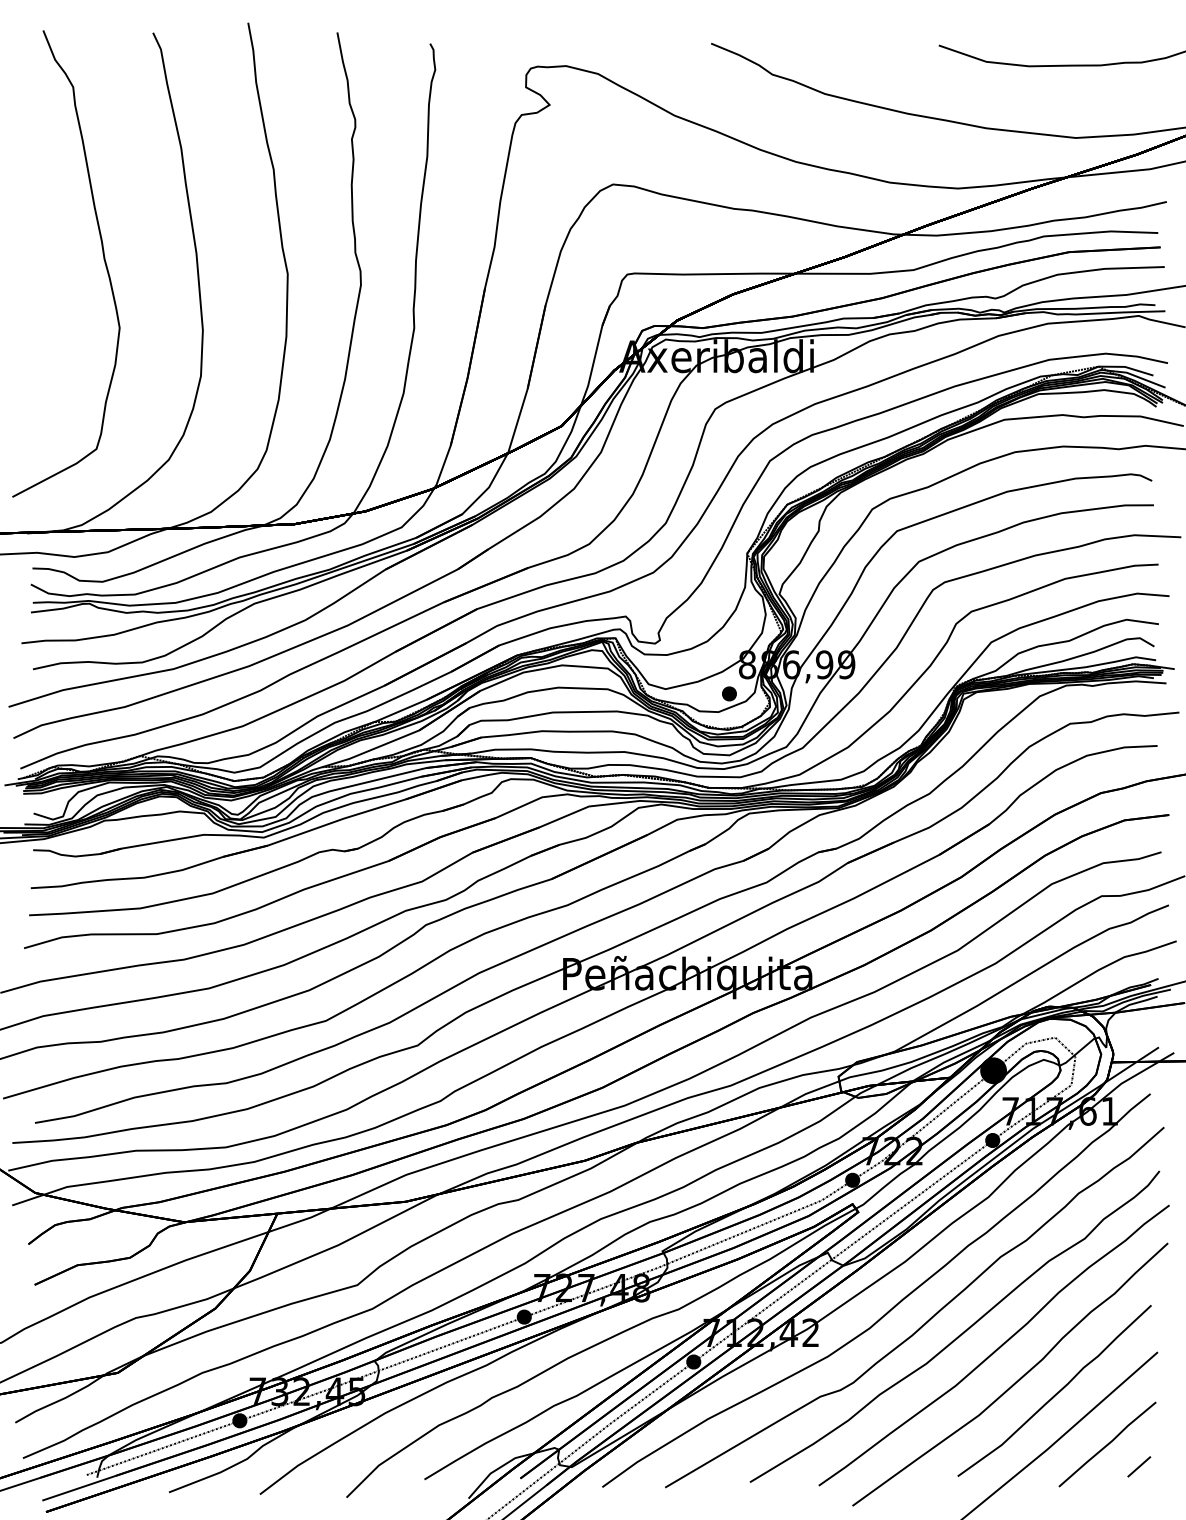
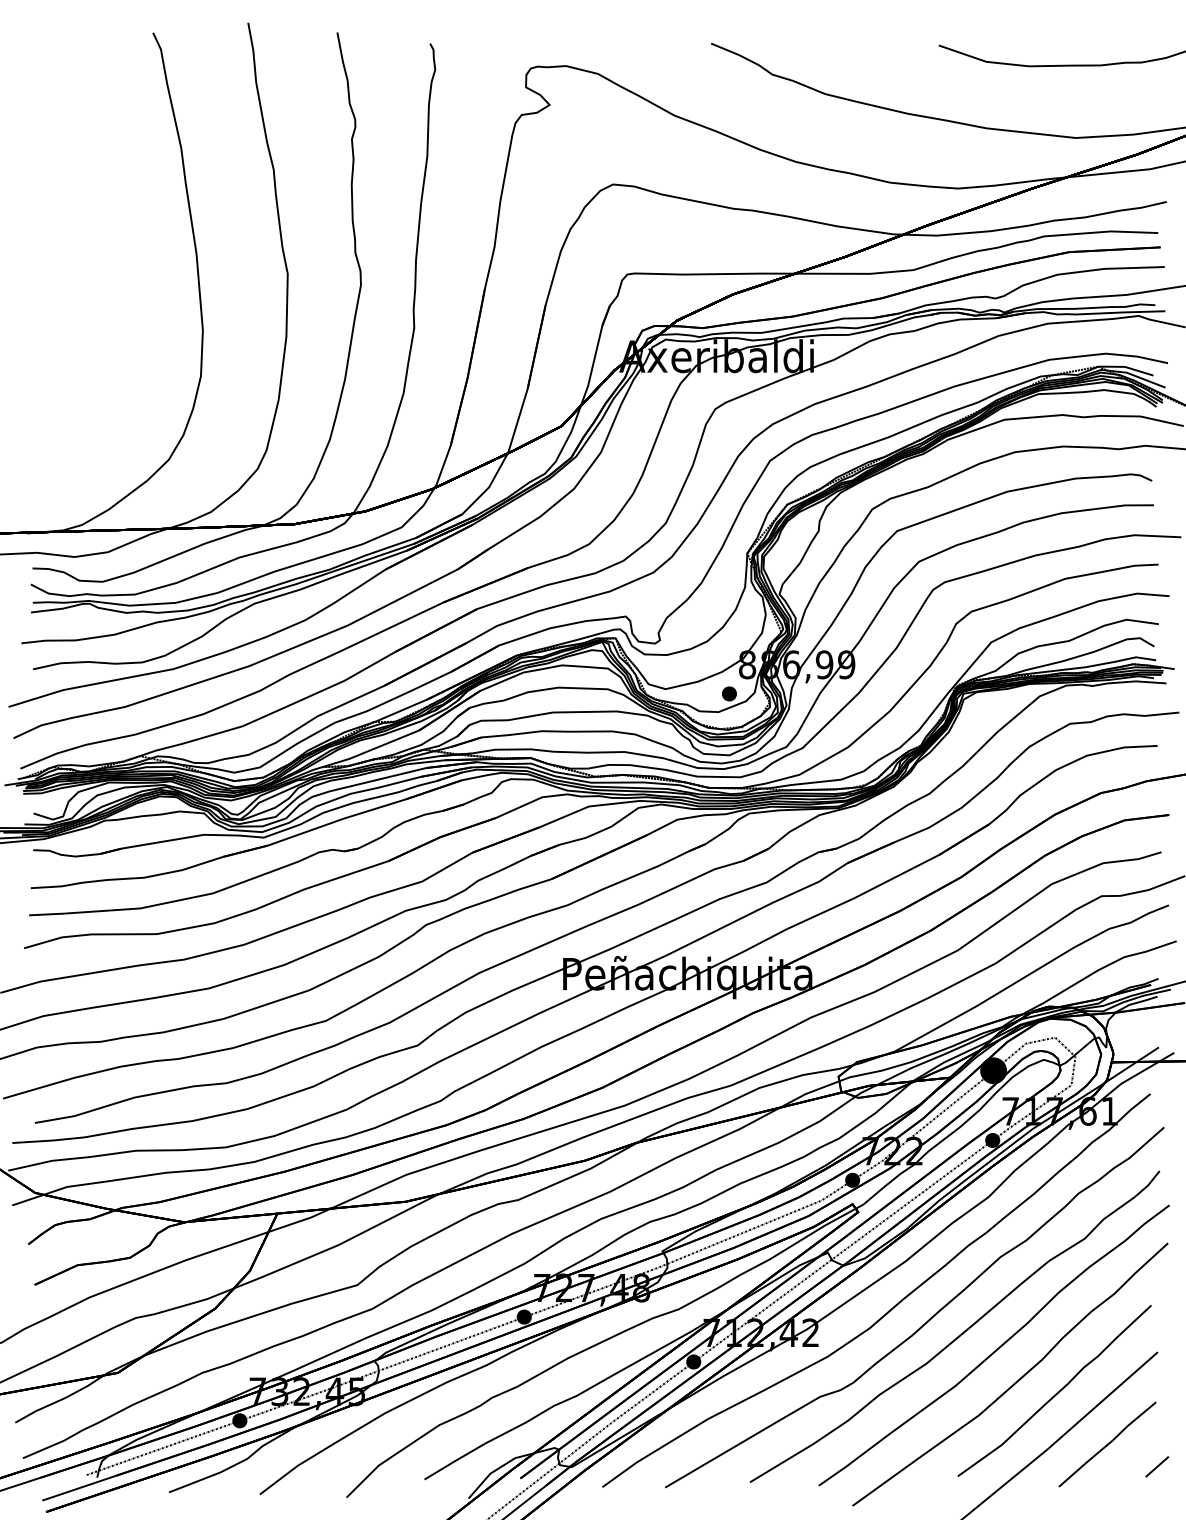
curve at (102, 254): present -> none
line at (1139, 1466) position: (1139, 1466) -> (1157, 1466)
